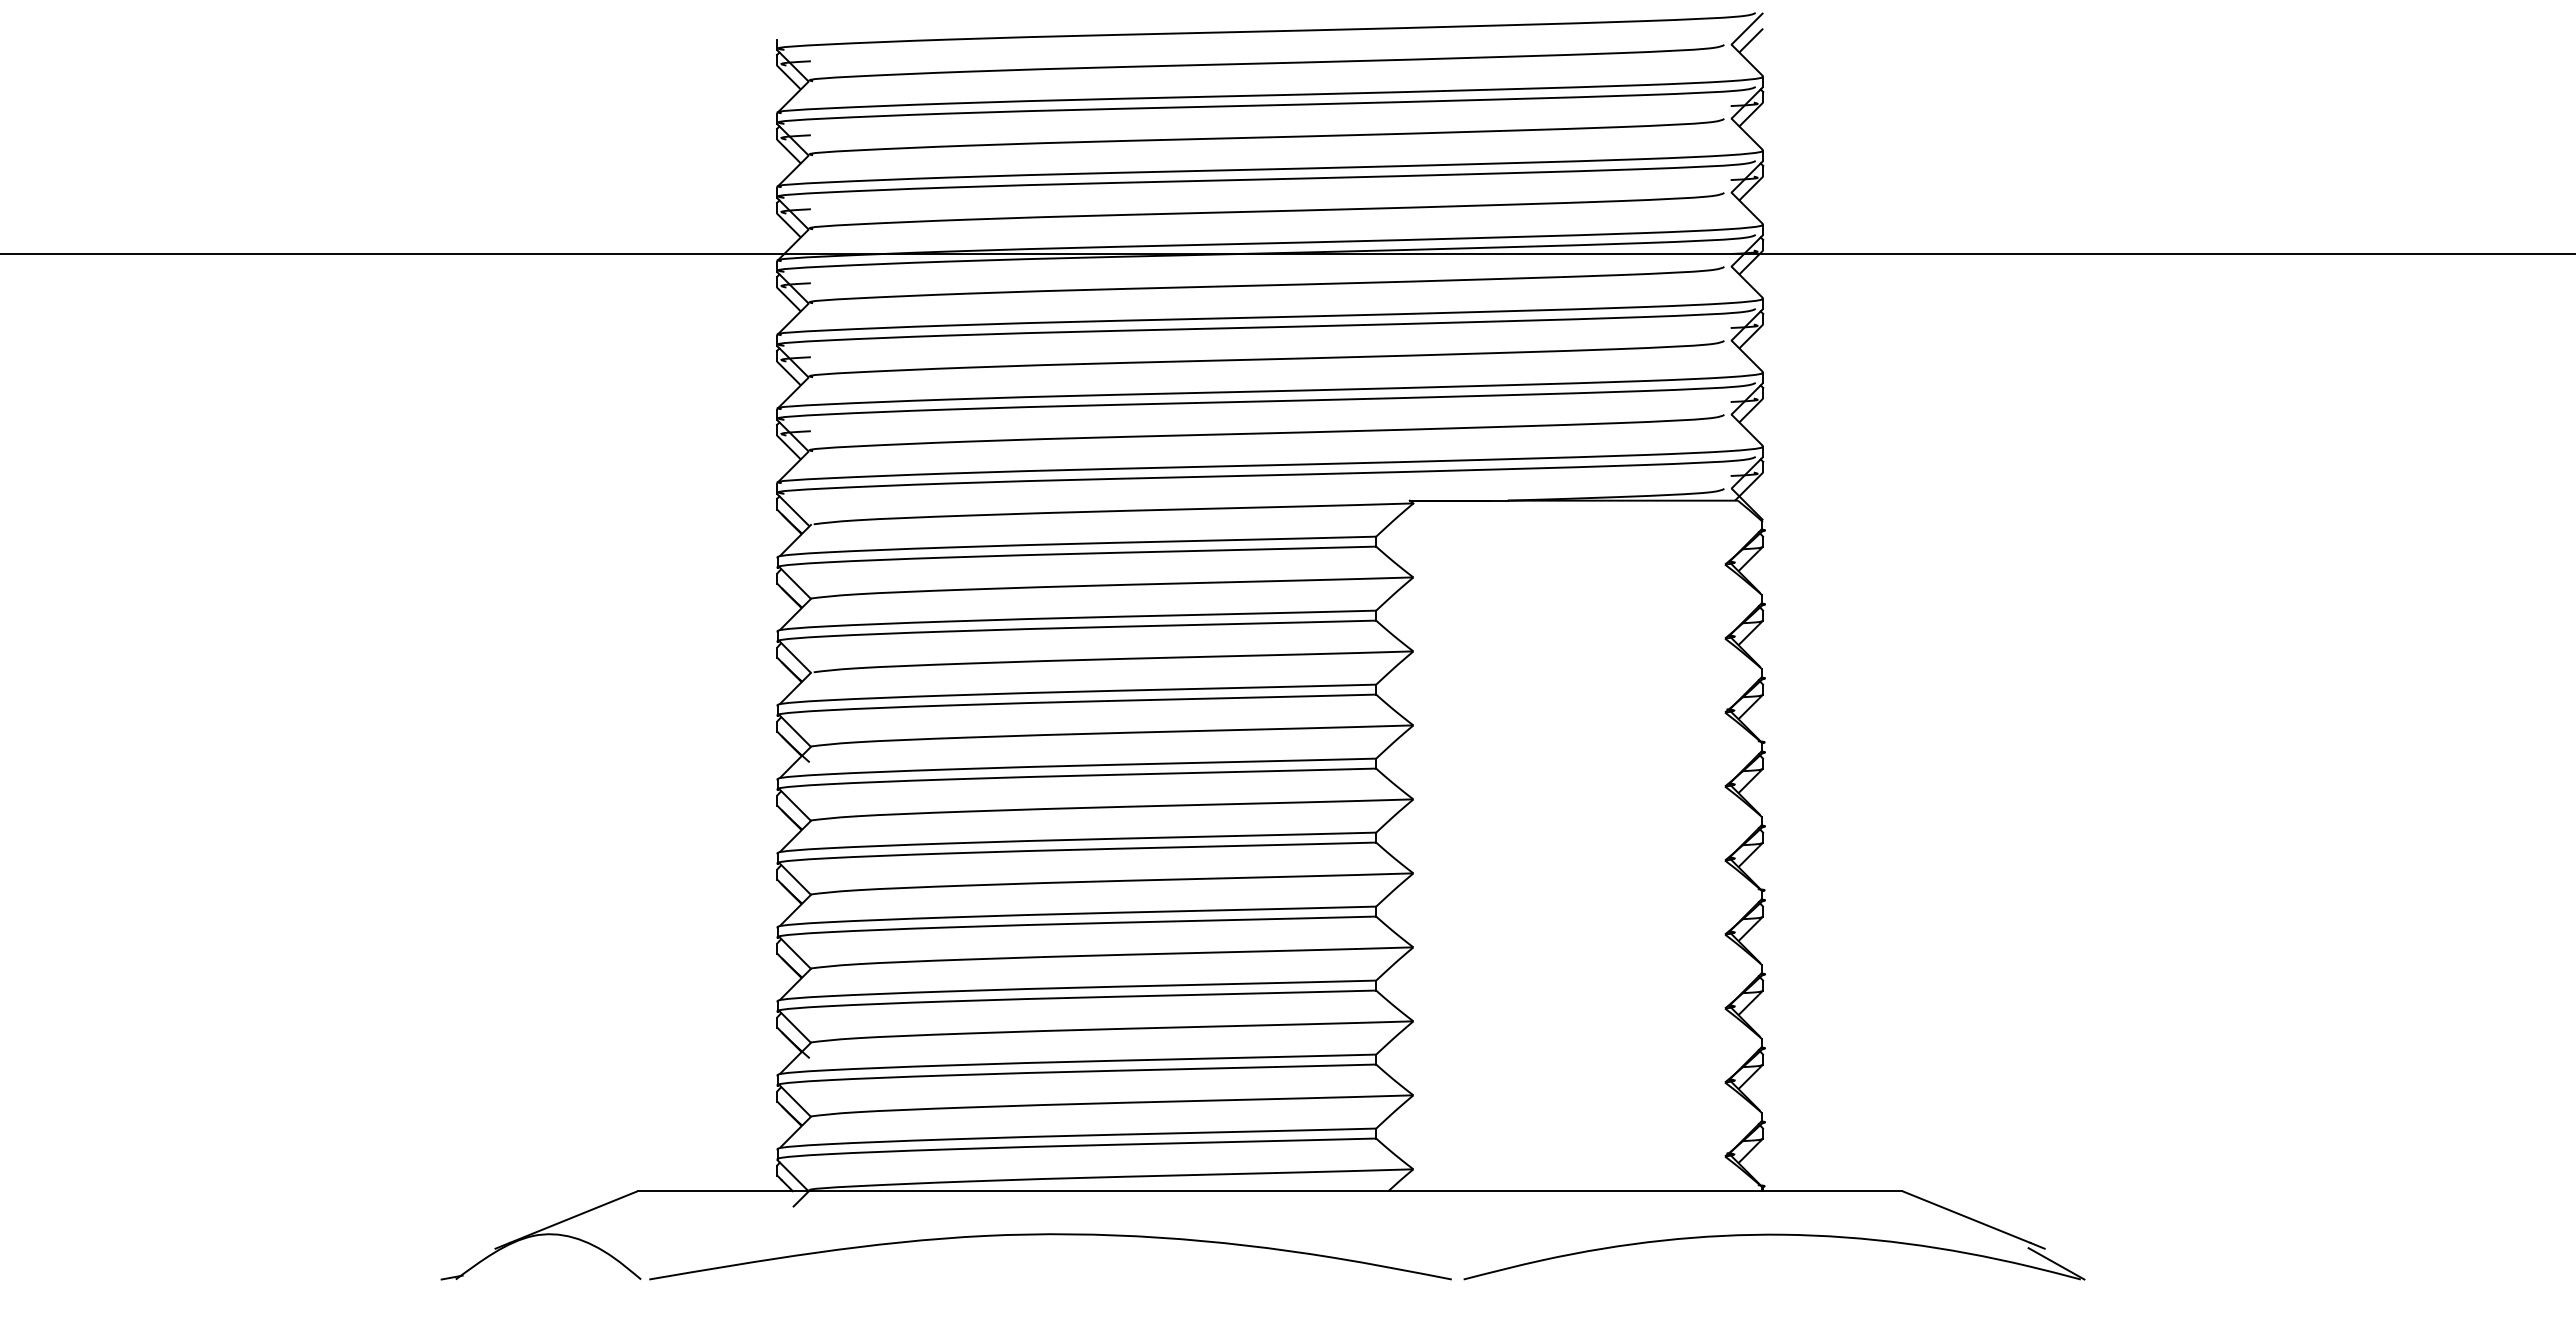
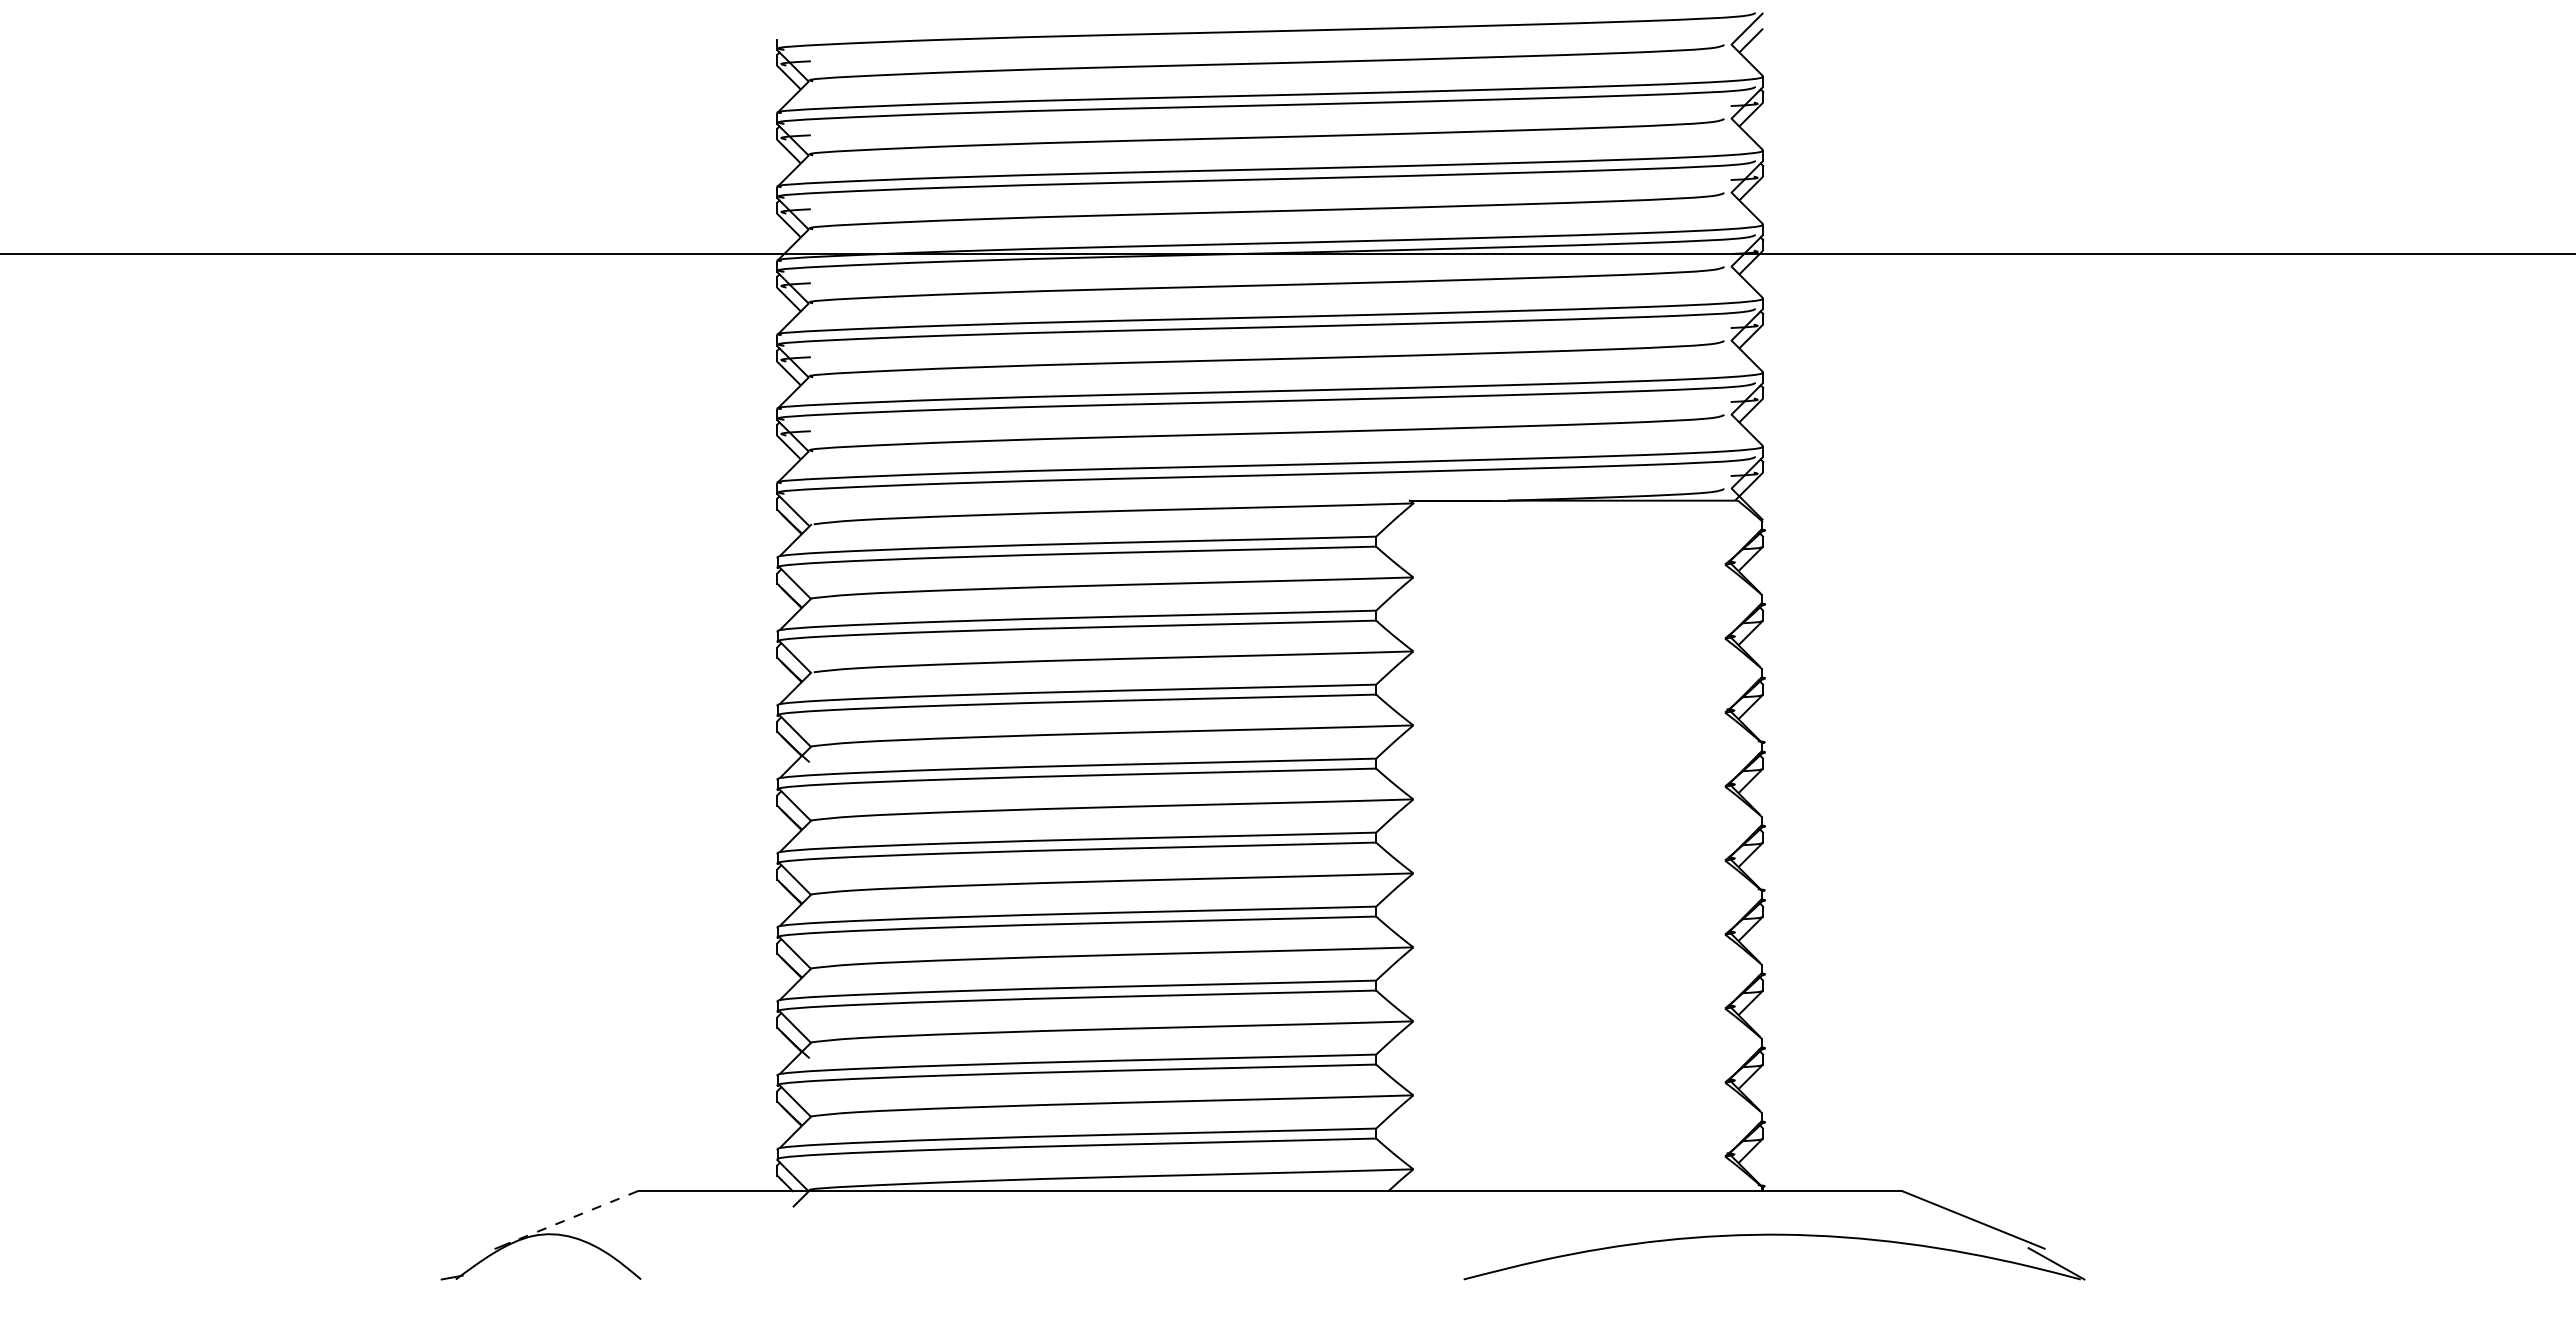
line at (573, 1217): solid -> dashed
curve at (1050, 1235): present -> none
